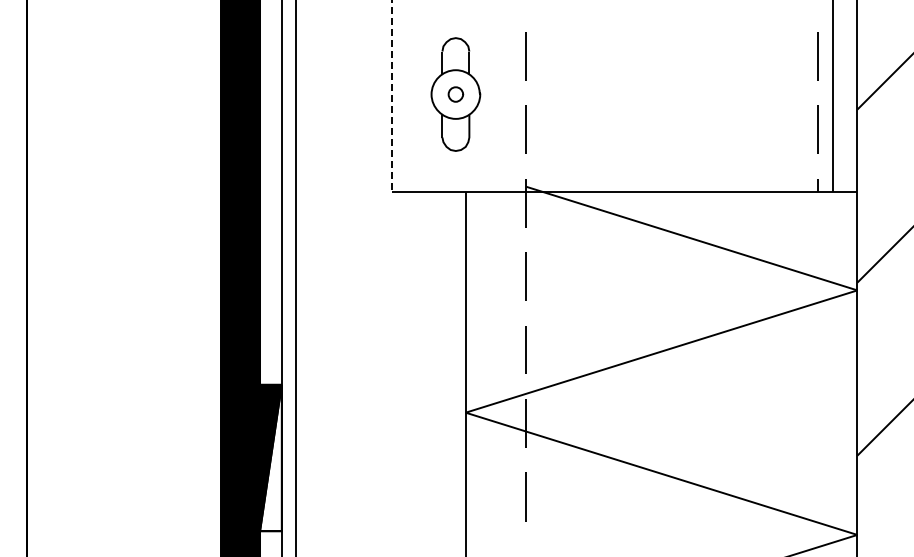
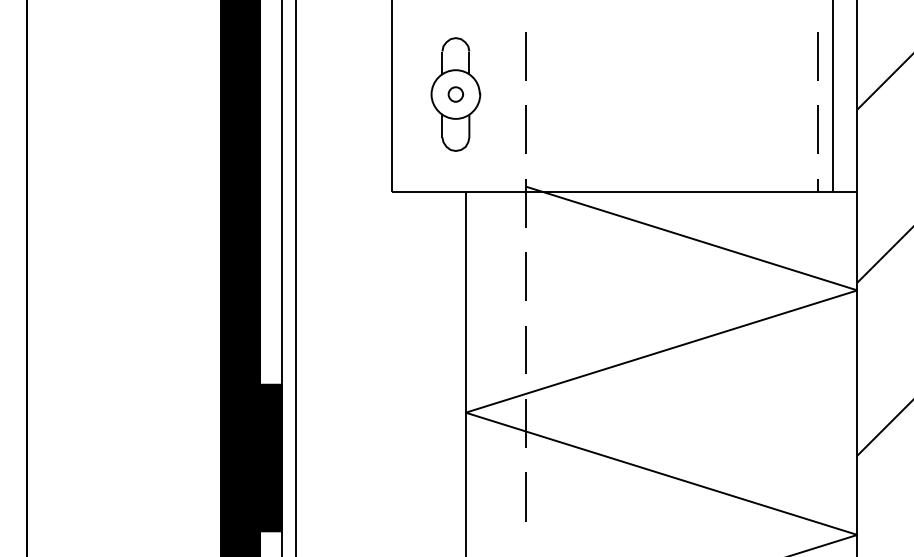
line at (392, 96): dashed -> solid
fill at (270, 457): none -> present
